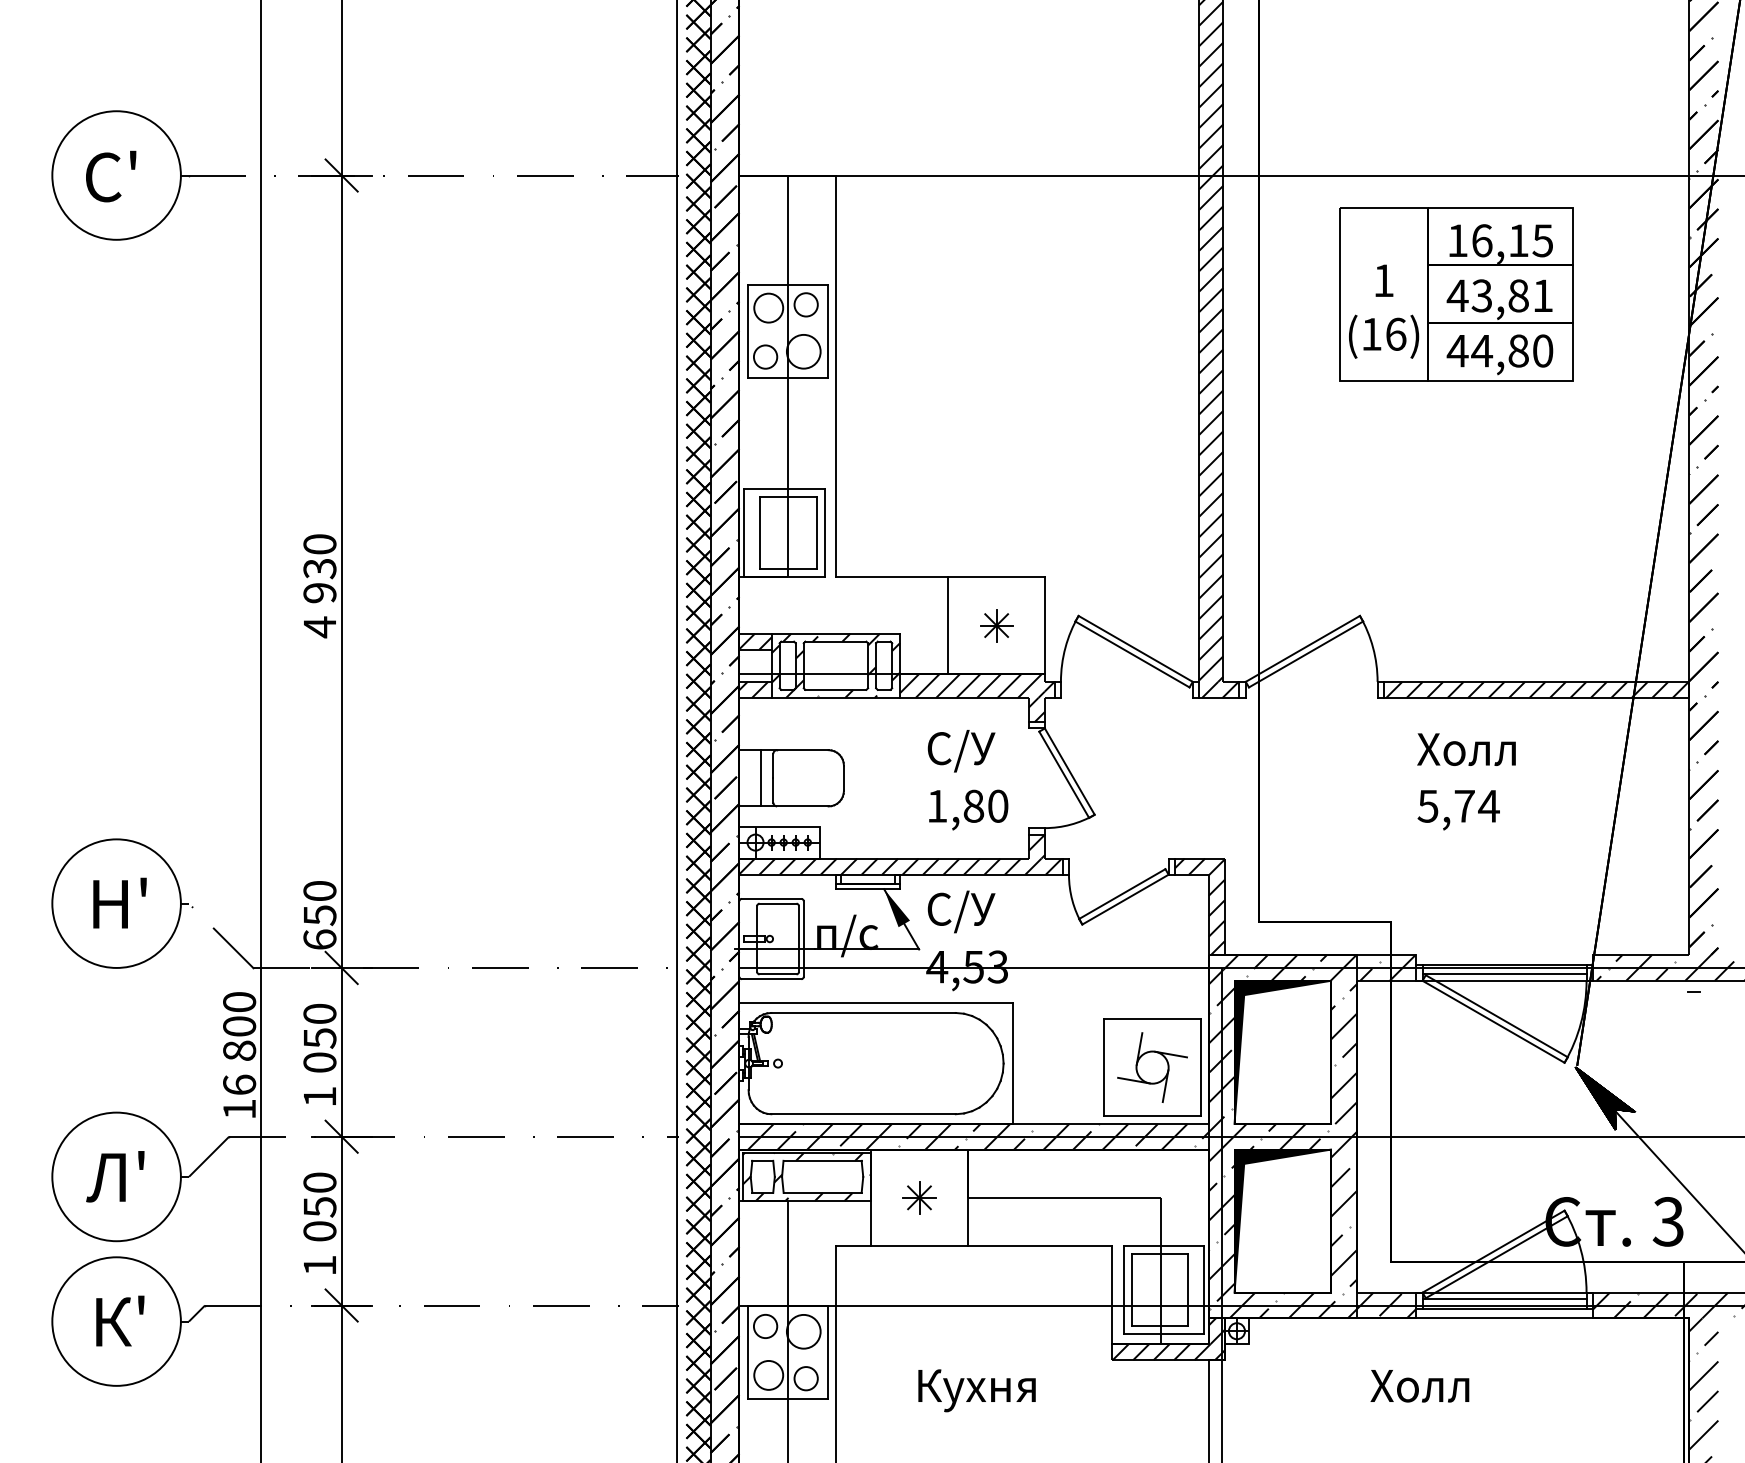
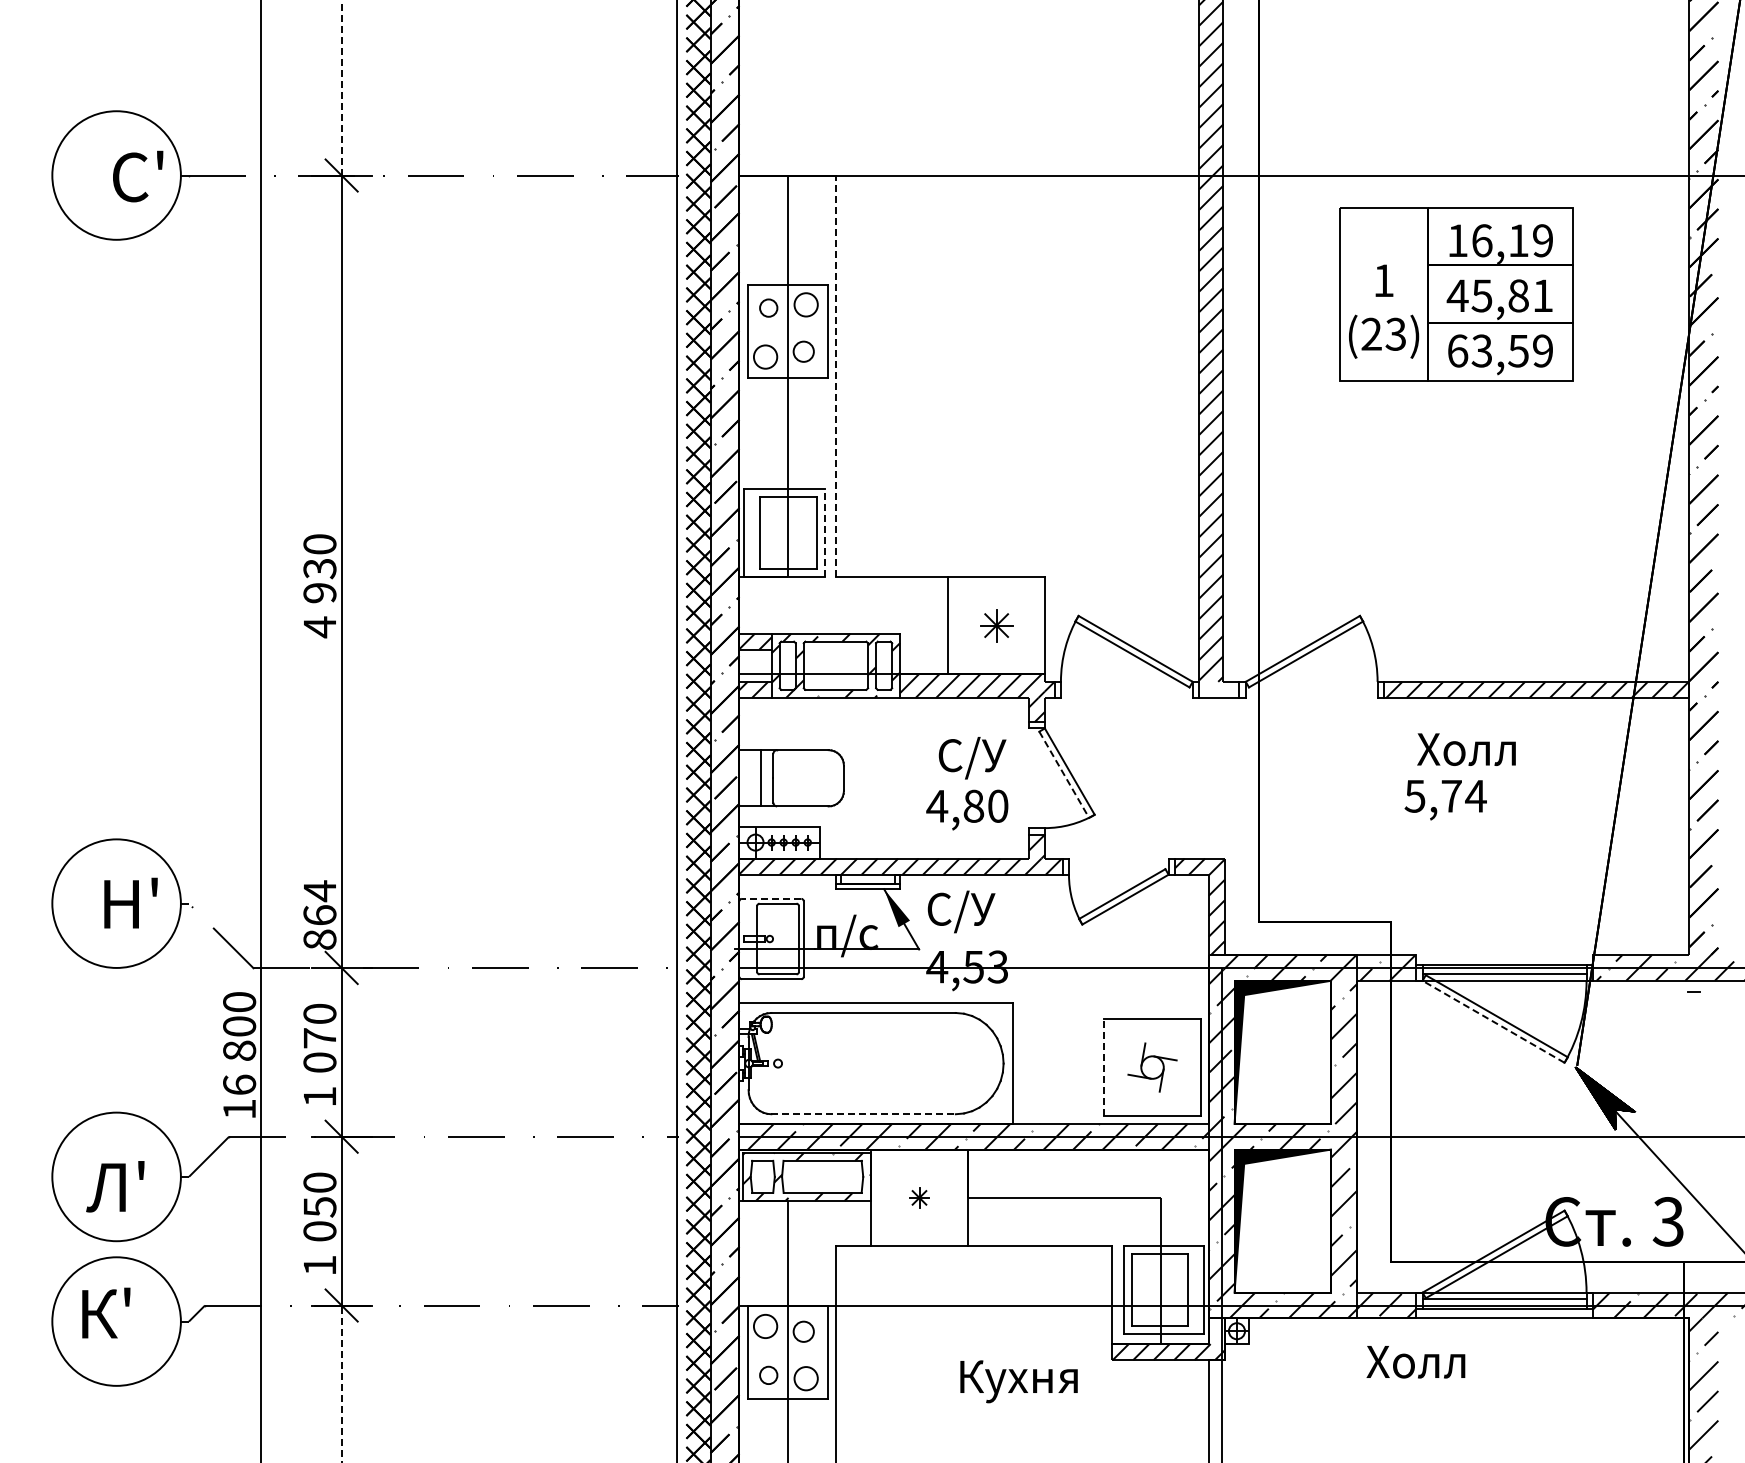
line at (341, 87): solid -> dashed
text at (111, 176) position: (111, 176) -> (138, 176)
text at (1542, 240): 16,15 -> 16,19
text at (1481, 295): 43,81 -> 45,81
circle at (768, 307) diameter: 29 px -> 17 px
text at (1383, 333): (16) -> (23)
text at (1499, 350): 44,80 -> 63,59
circle at (803, 351) diameter: 34 px -> 20 px
line at (835, 376): solid -> dashed
line at (824, 532): solid -> dashed
hatch at (1220, 689): present -> none
text at (961, 751) position: (961, 751) -> (972, 758)
line at (1064, 774): solid -> dashed
text at (937, 806): 1,80 -> 4,80
text at (1458, 810) position: (1458, 810) -> (1445, 800)
line at (771, 898): solid -> dashed
text at (119, 902) position: (119, 902) -> (130, 902)
text at (319, 914): 650 -> 864
line at (1493, 1021): solid -> dashed
text at (320, 1038): 050 -> 070
line at (1104, 1067): solid -> dashed
part at (1152, 1067) size: 71x71 px -> 51x51 px
line at (864, 1114): solid -> dashed
text at (115, 1176) position: (115, 1176) -> (115, 1186)
part at (919, 1197) size: 35x34 px -> 21x22 px
text at (120, 1320) position: (120, 1320) -> (106, 1312)
circle at (803, 1331) diameter: 34 px -> 20 px
hatch at (1216, 1331): present -> none
circle at (768, 1374) diameter: 29 px -> 17 px
line at (341, 1383): solid -> dashed
text at (1419, 1386) position: (1419, 1386) -> (1415, 1362)
text at (976, 1390) position: (976, 1390) -> (1018, 1381)
